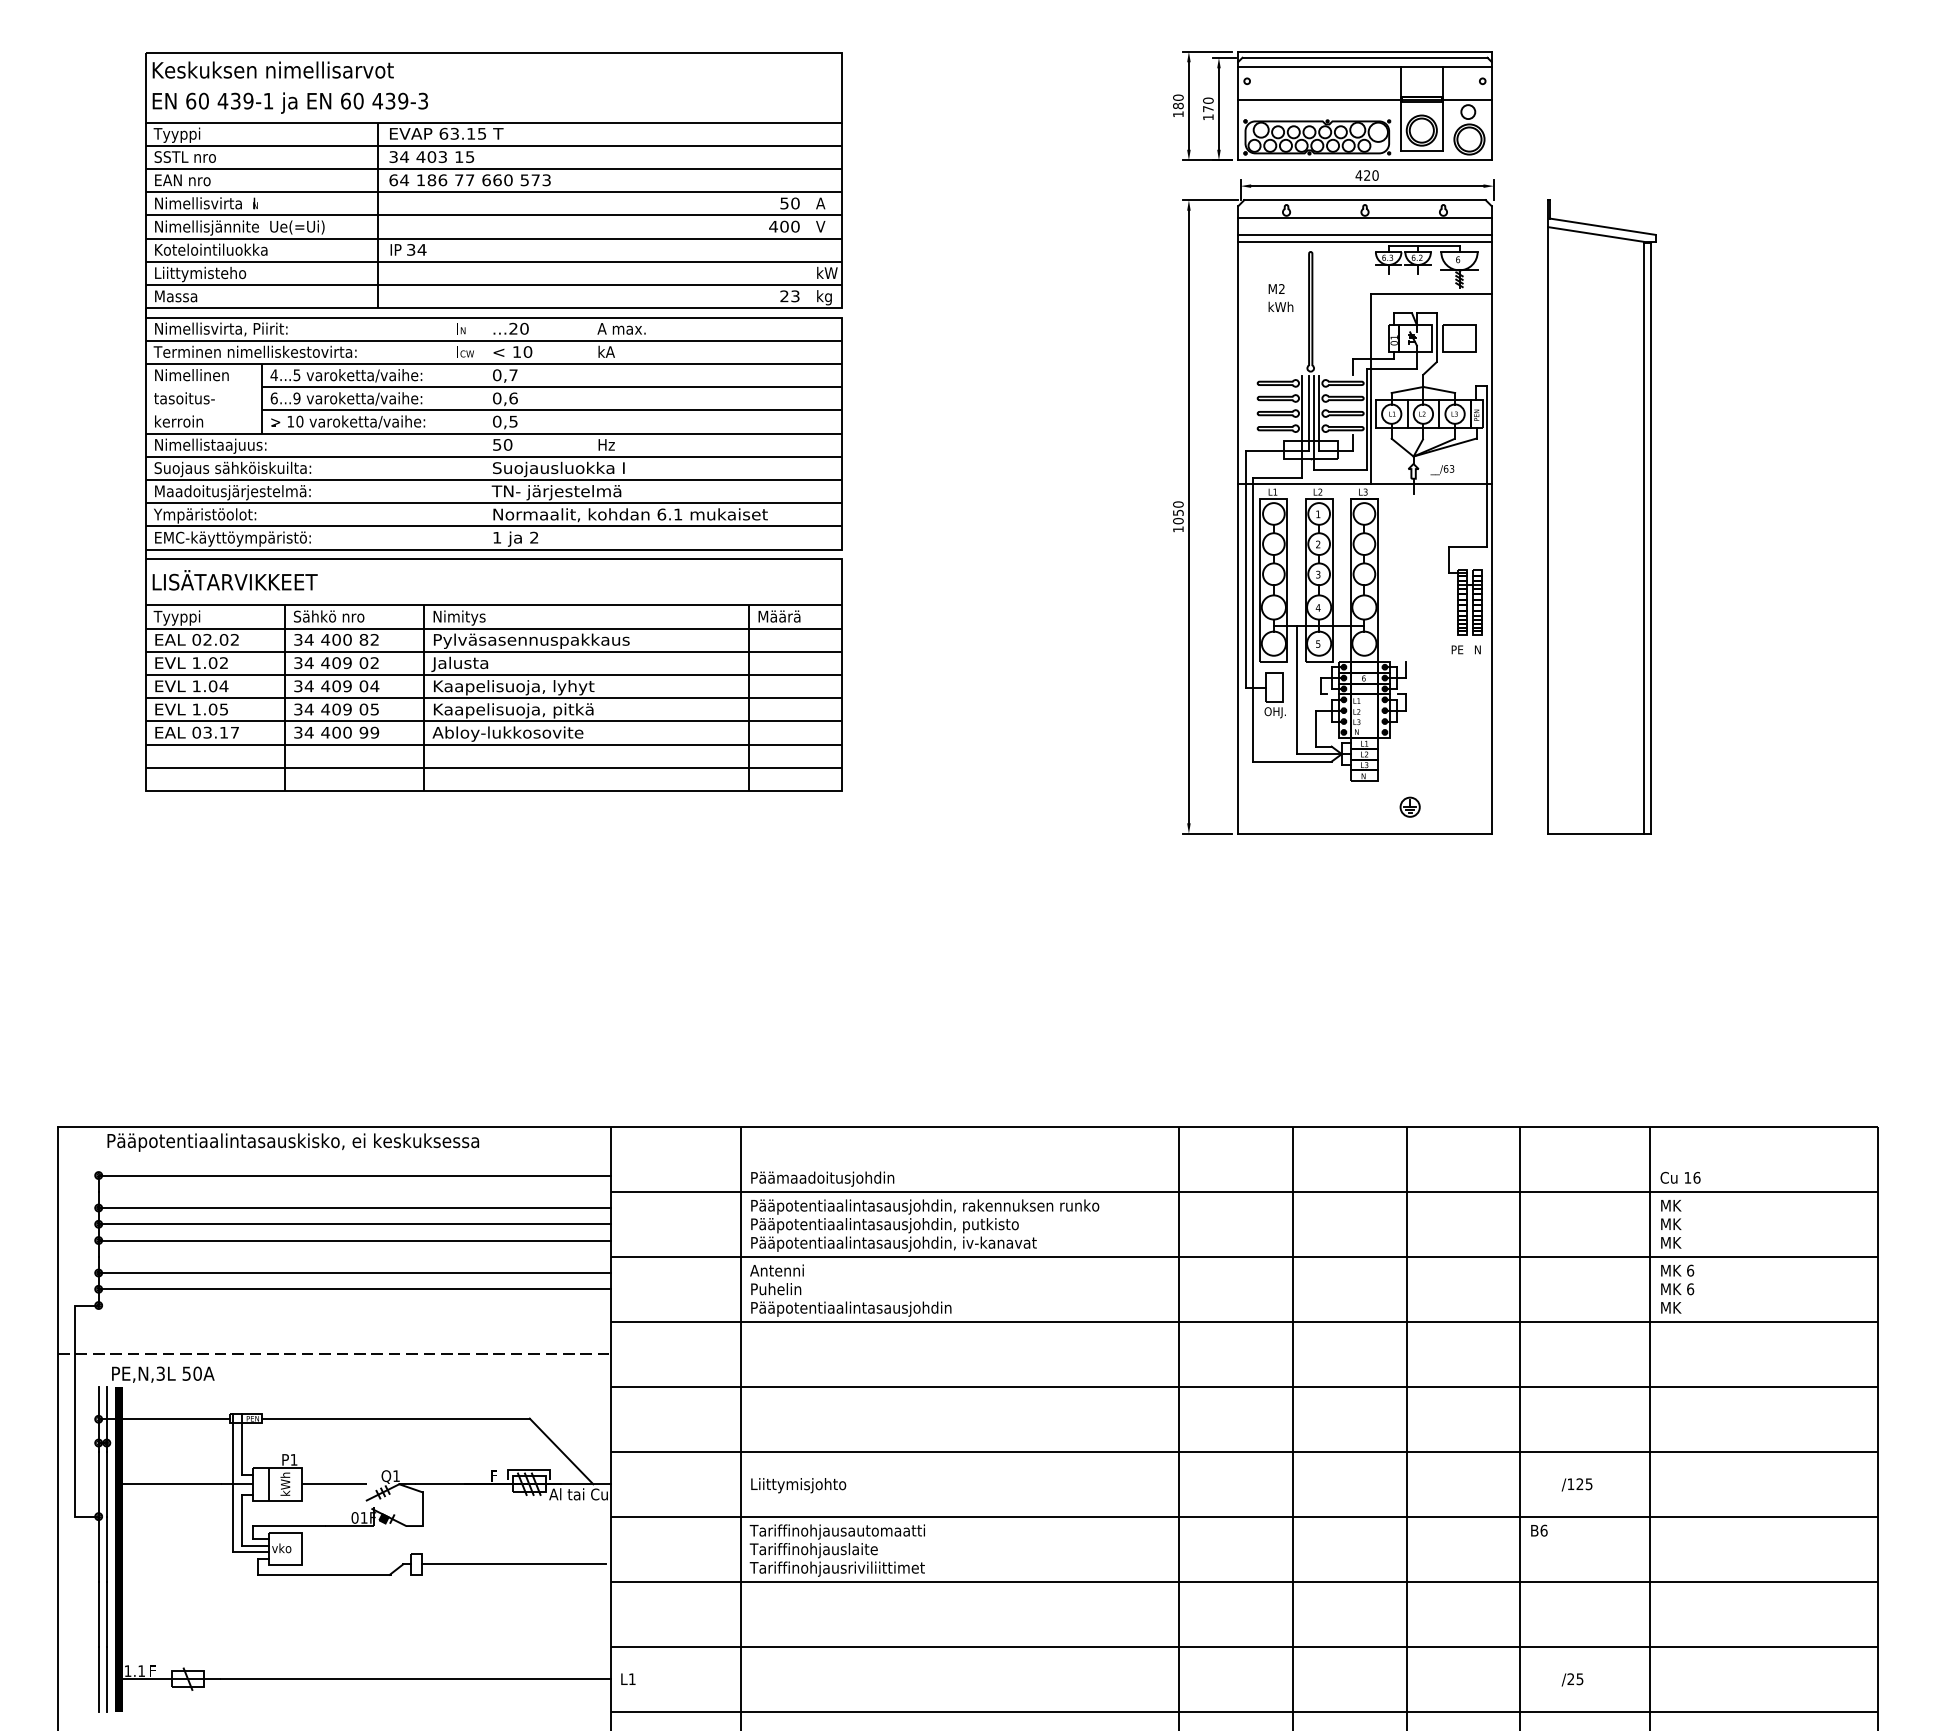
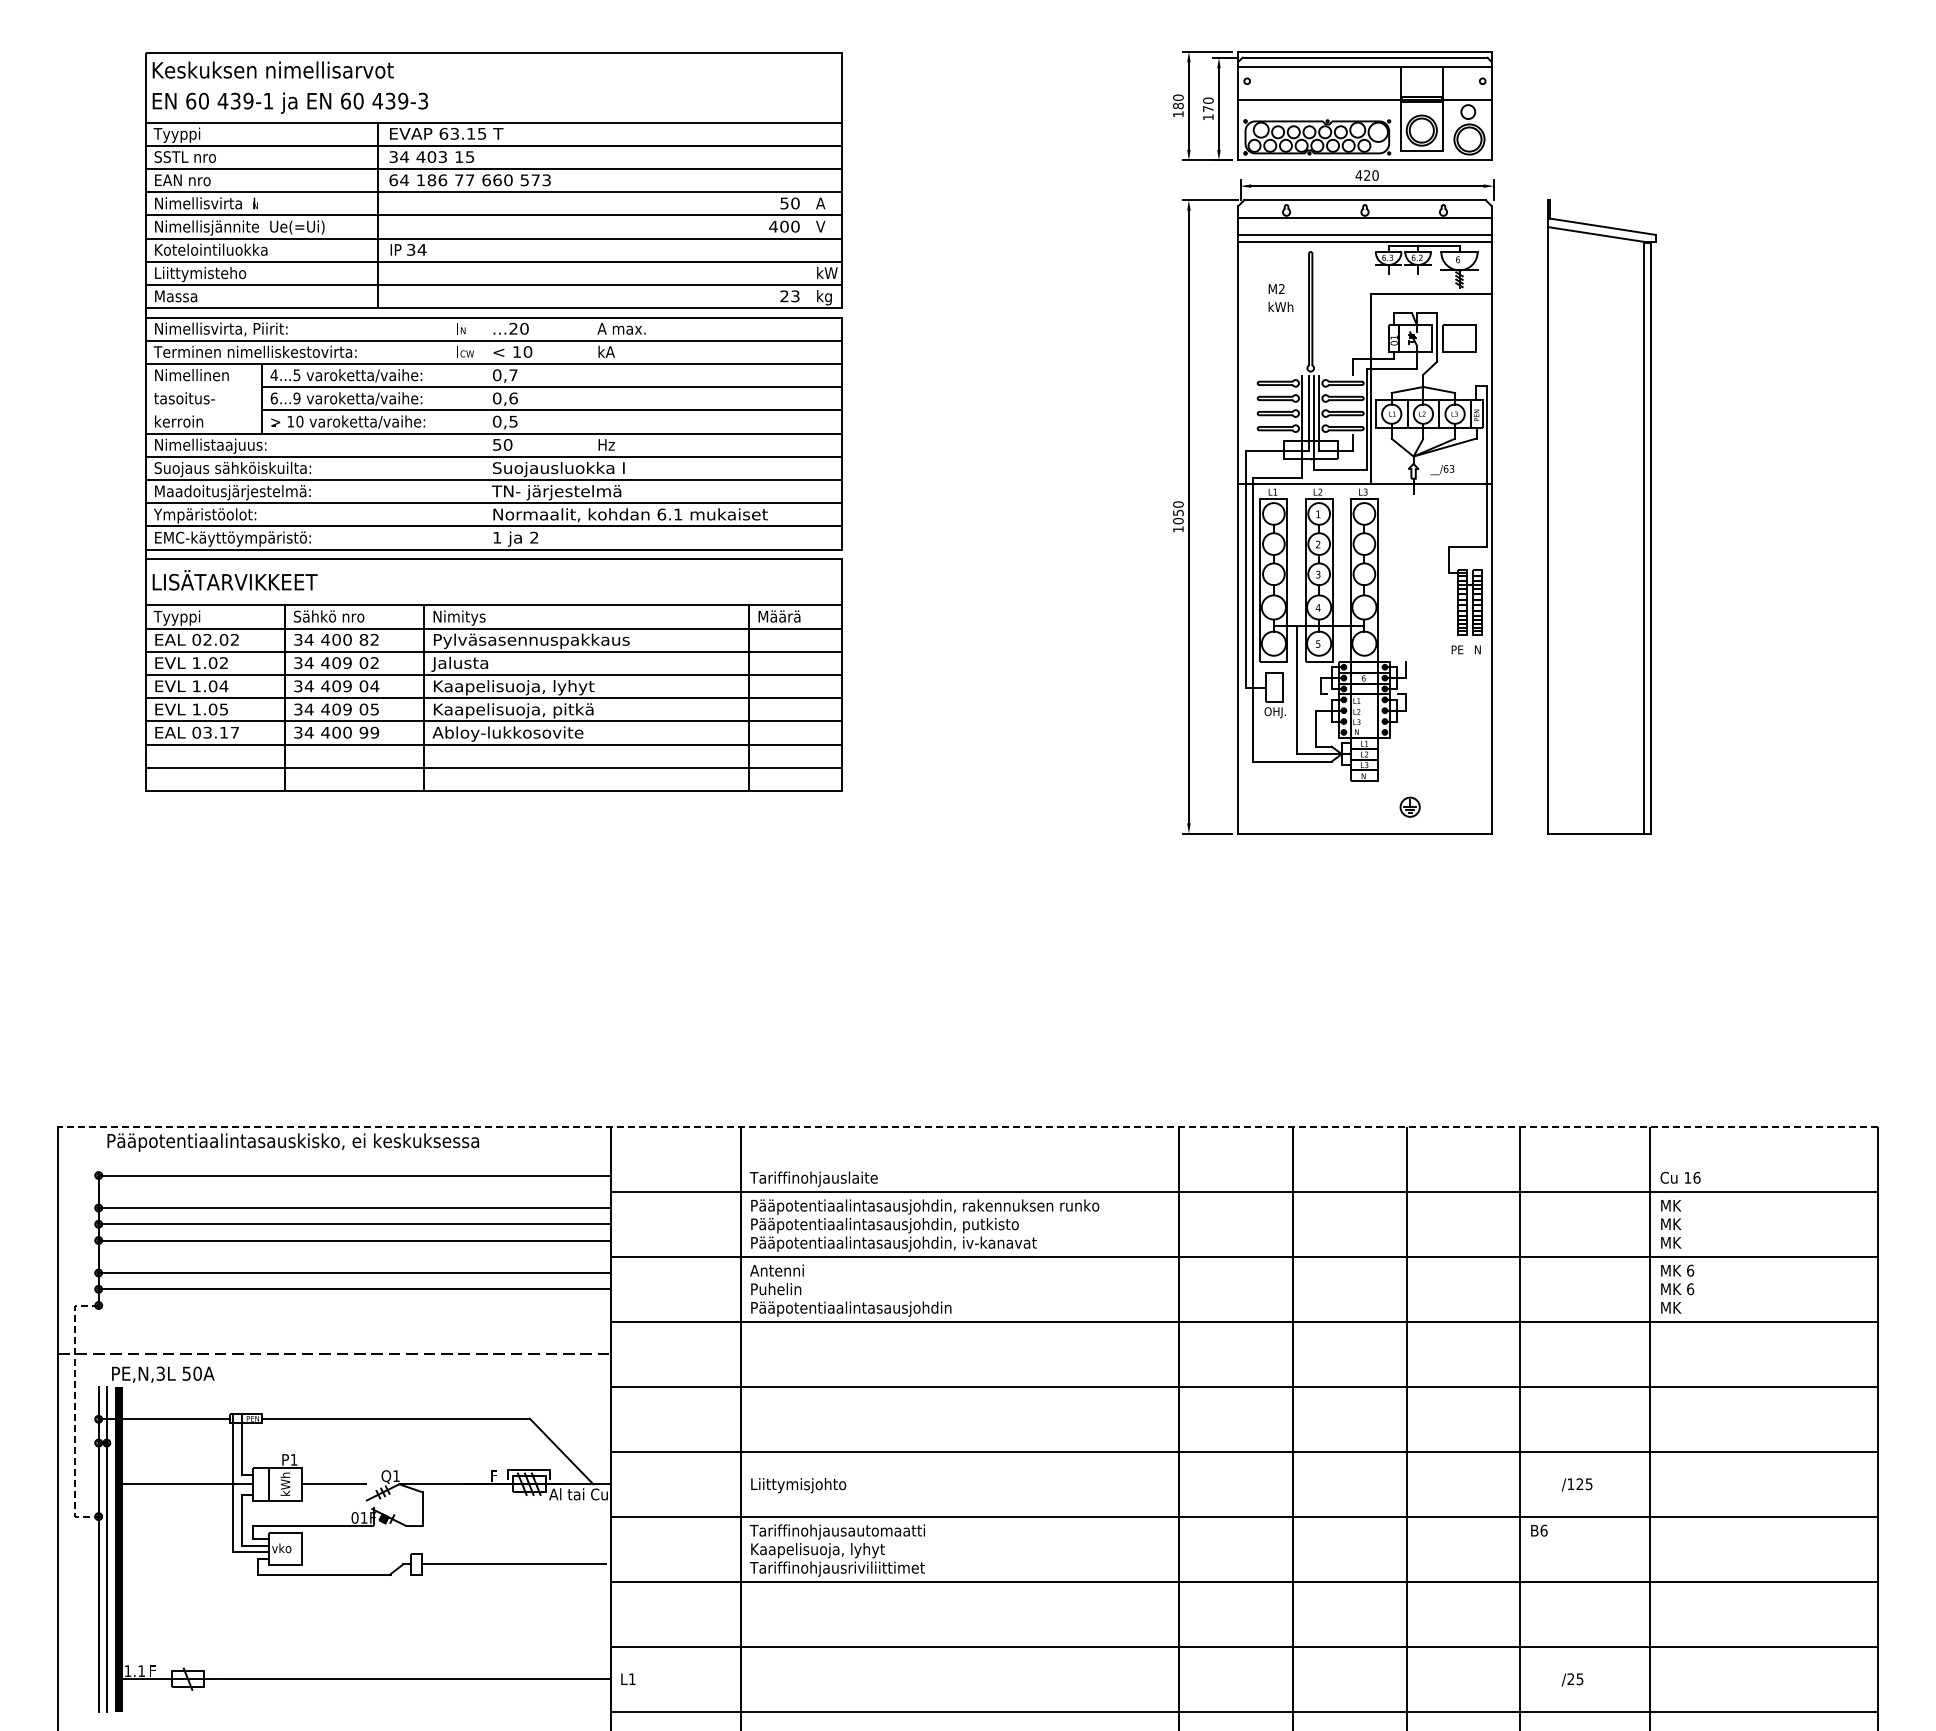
line at (967, 1126): solid -> dashed
text at (821, 1178): Päämaadoitusjohdin -> Tariffinohjauslaite
line at (75, 1411): solid -> dashed
text at (816, 1550): Tariffinohjauslaite -> Kaapelisuoja, lyhyt
